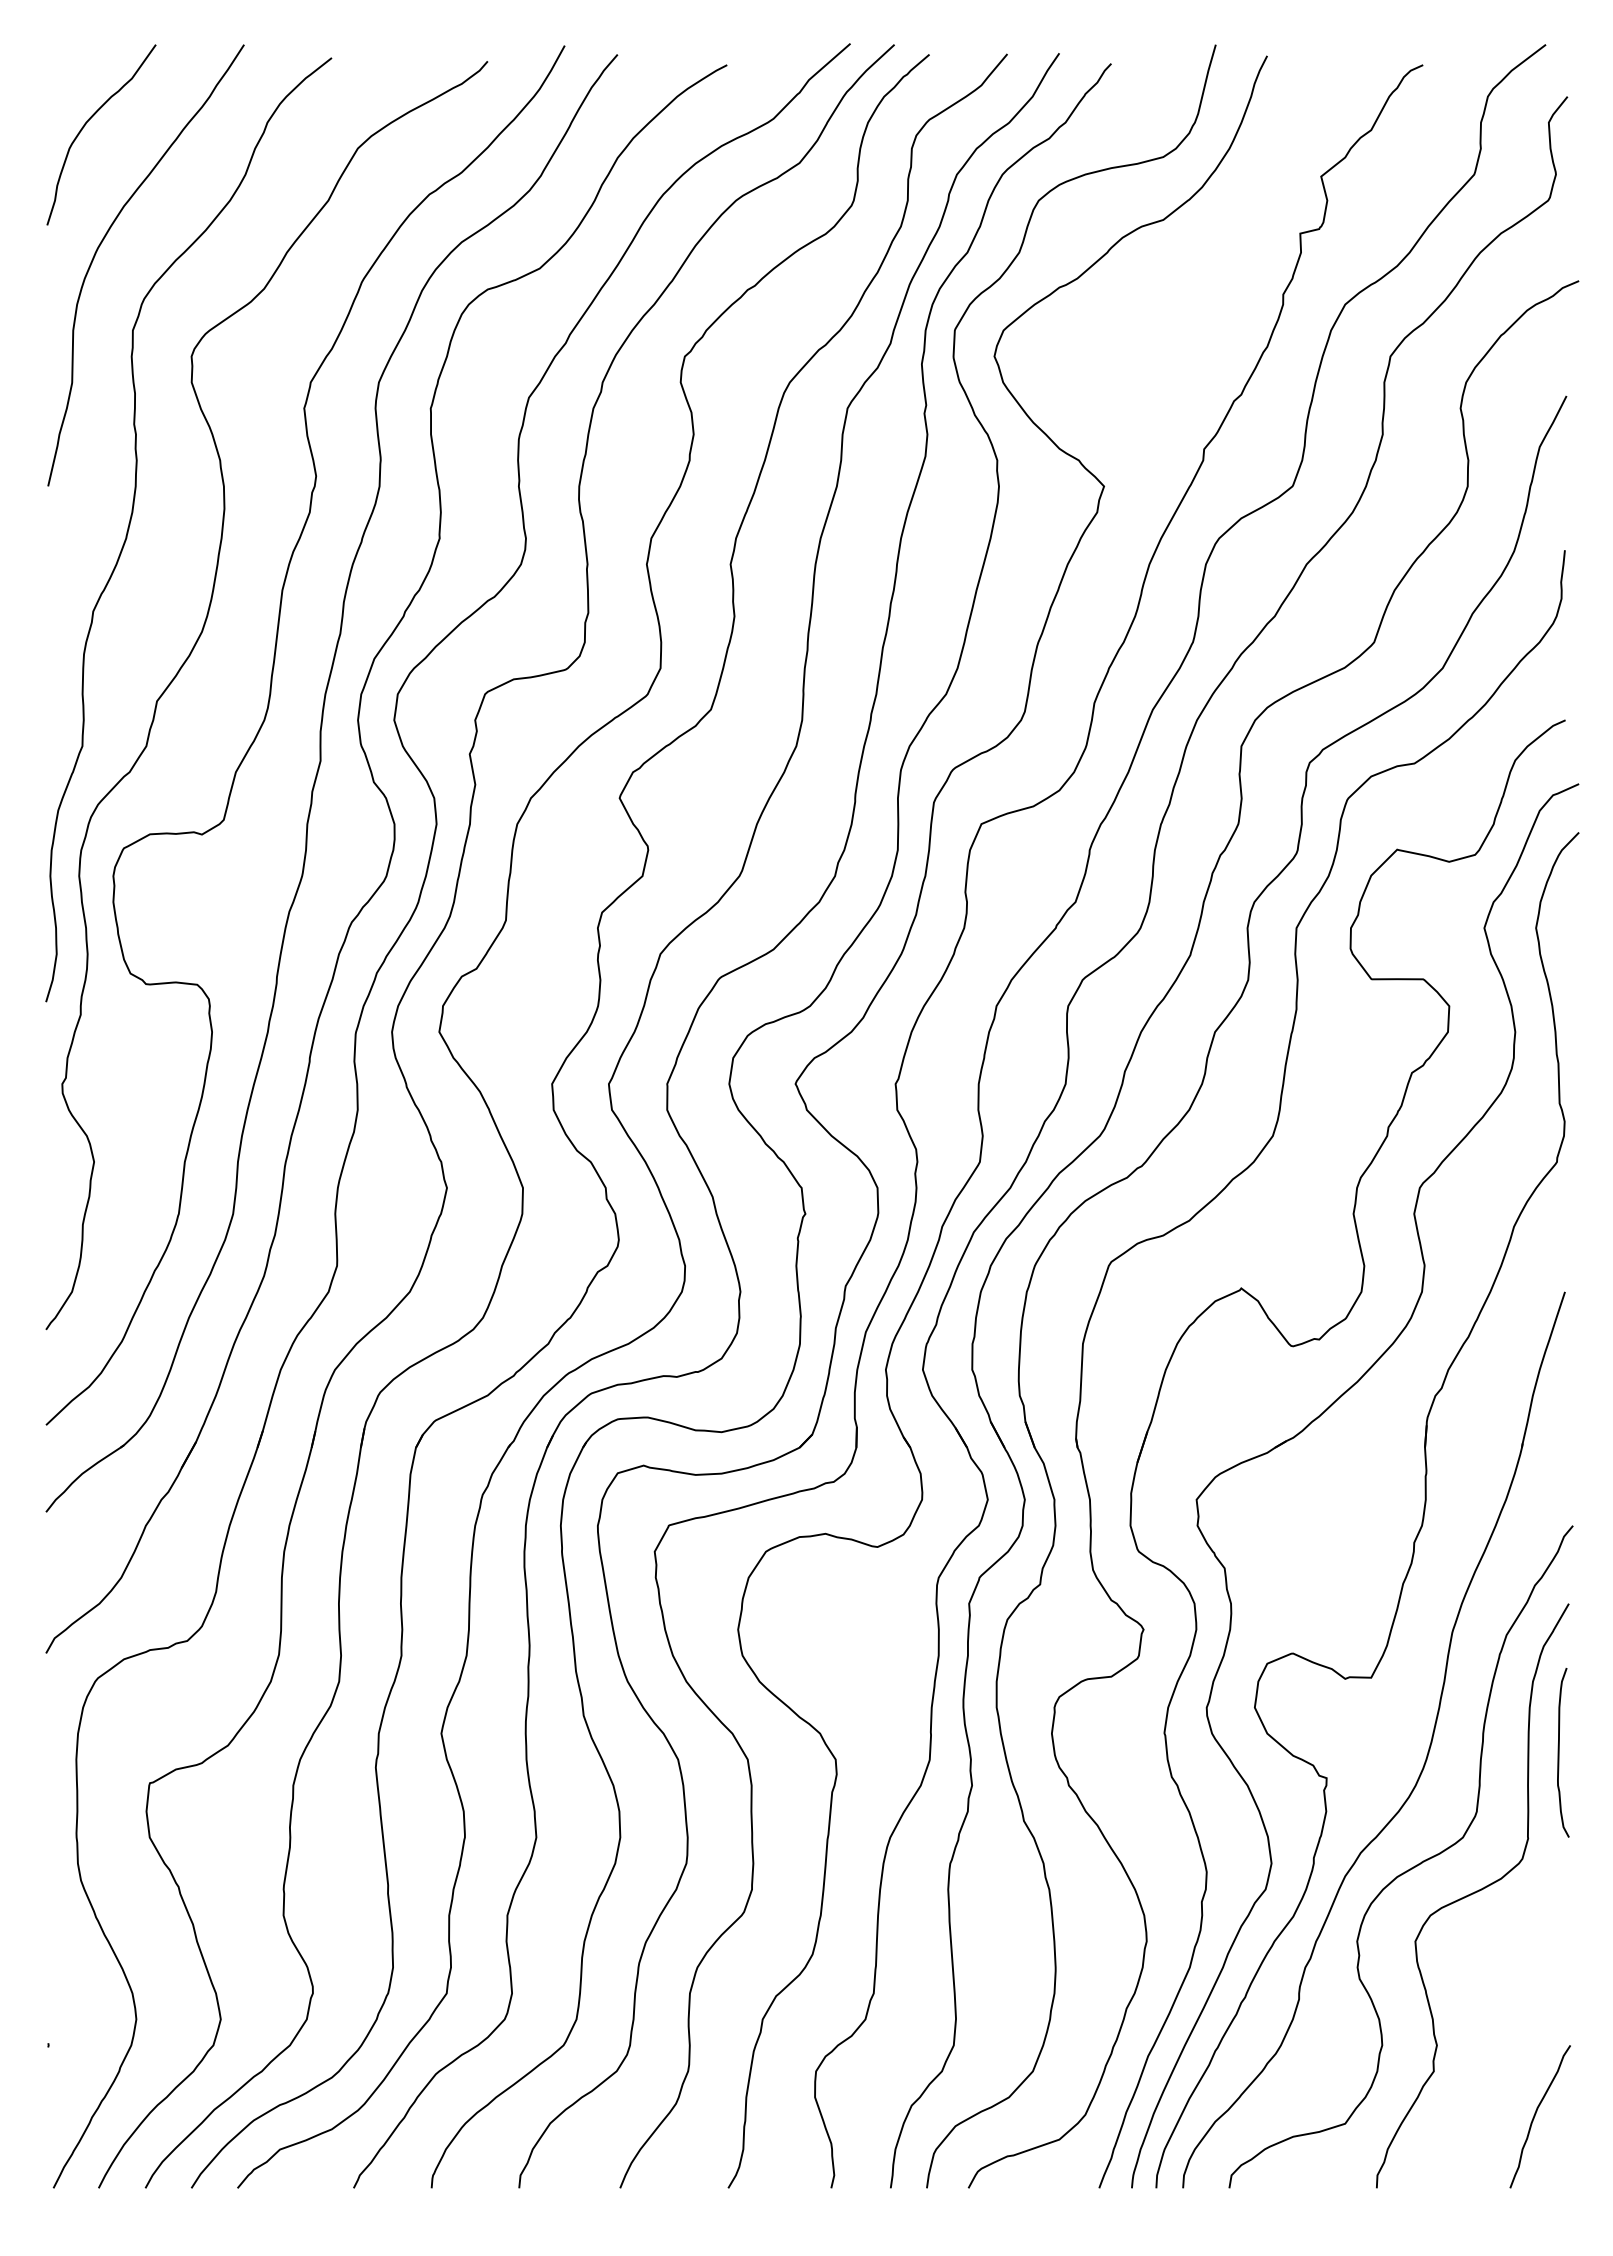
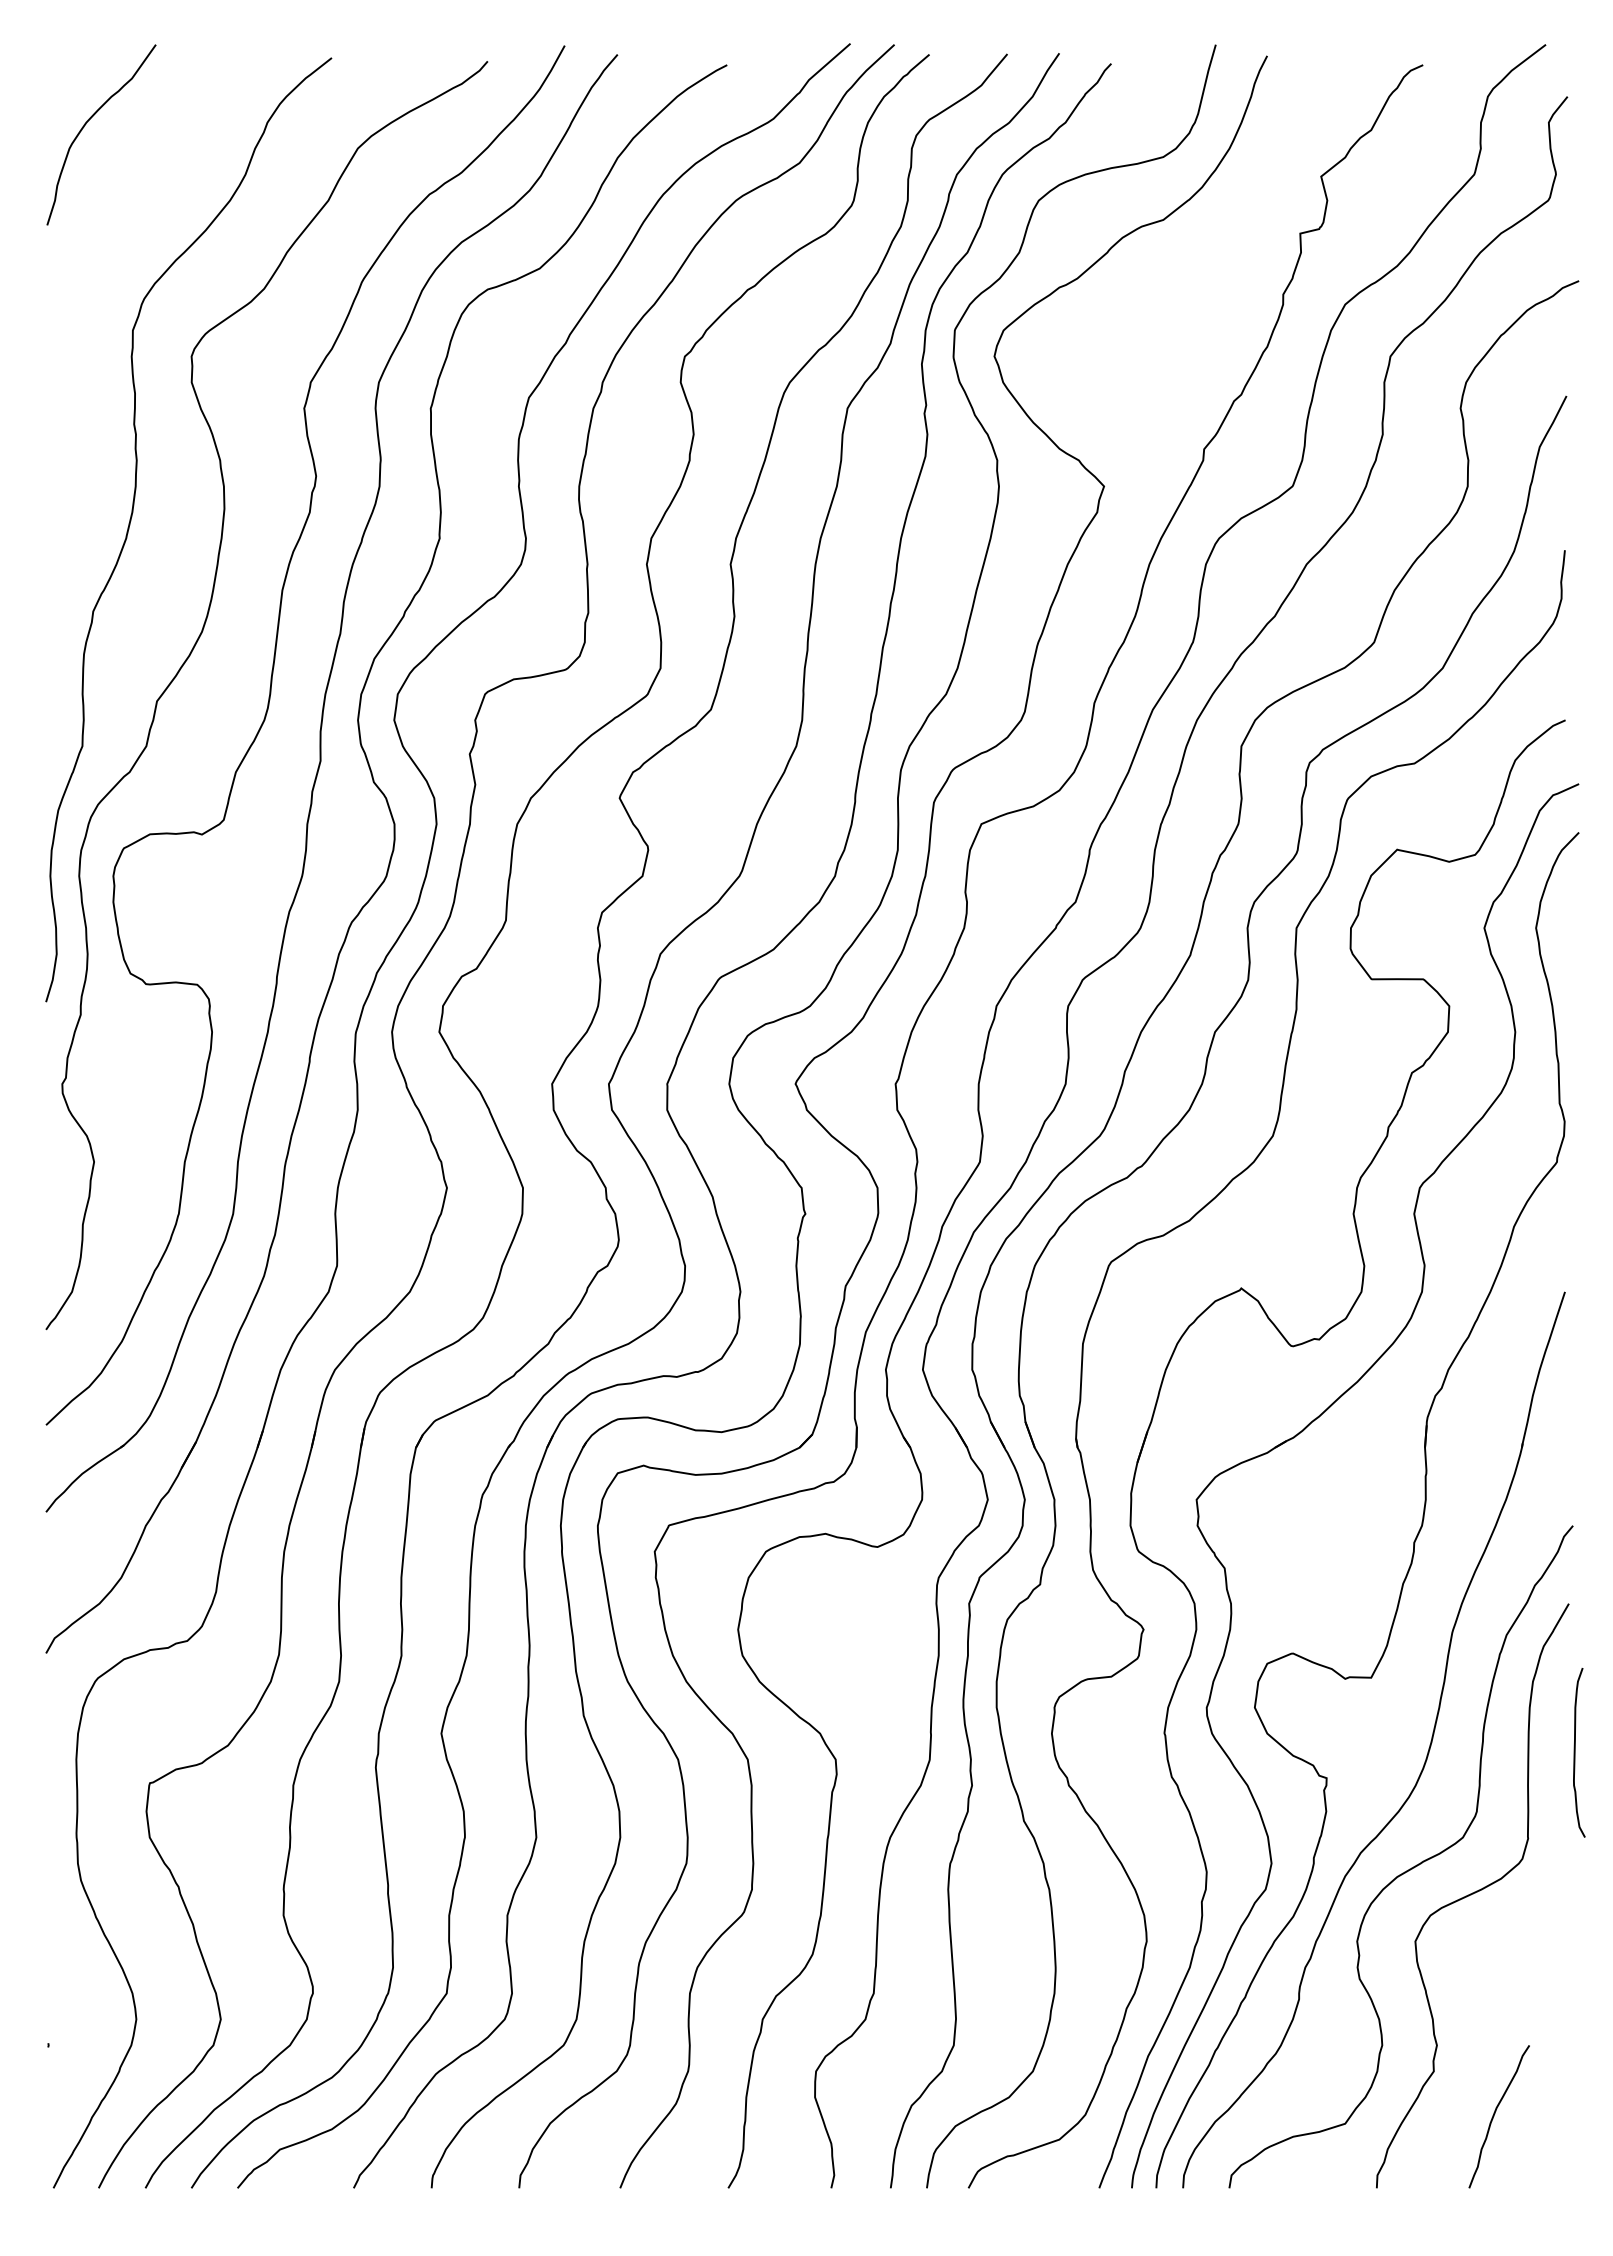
curve at (104, 239): present -> none
curve at (1559, 1752) position: (1559, 1752) -> (1575, 1752)
curve at (1535, 2116) position: (1535, 2116) -> (1494, 2116)
